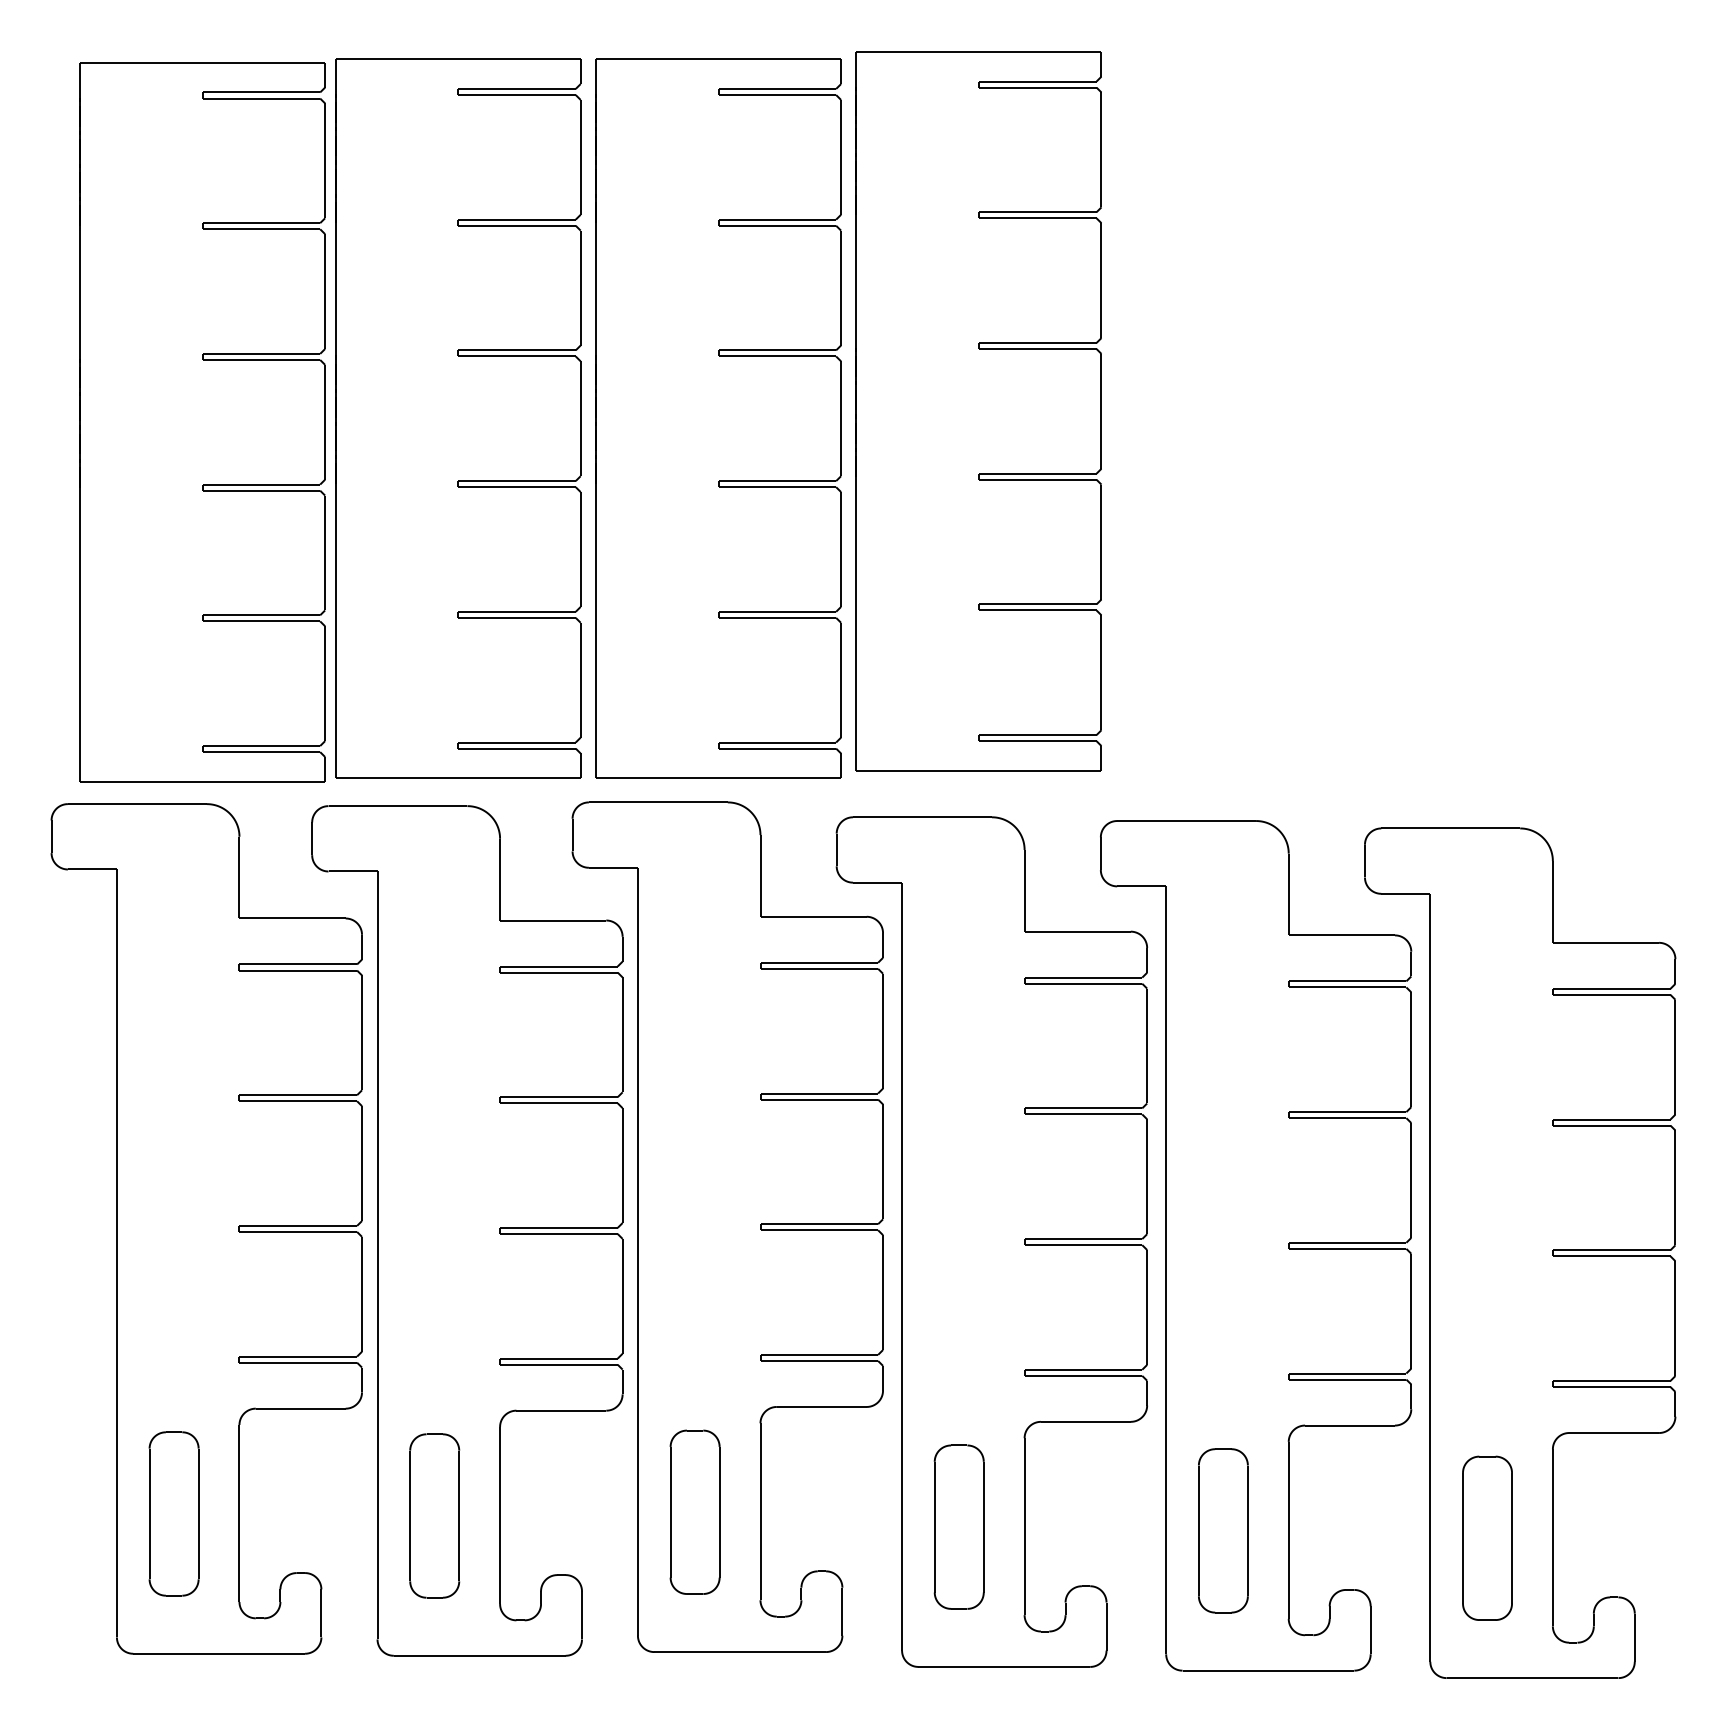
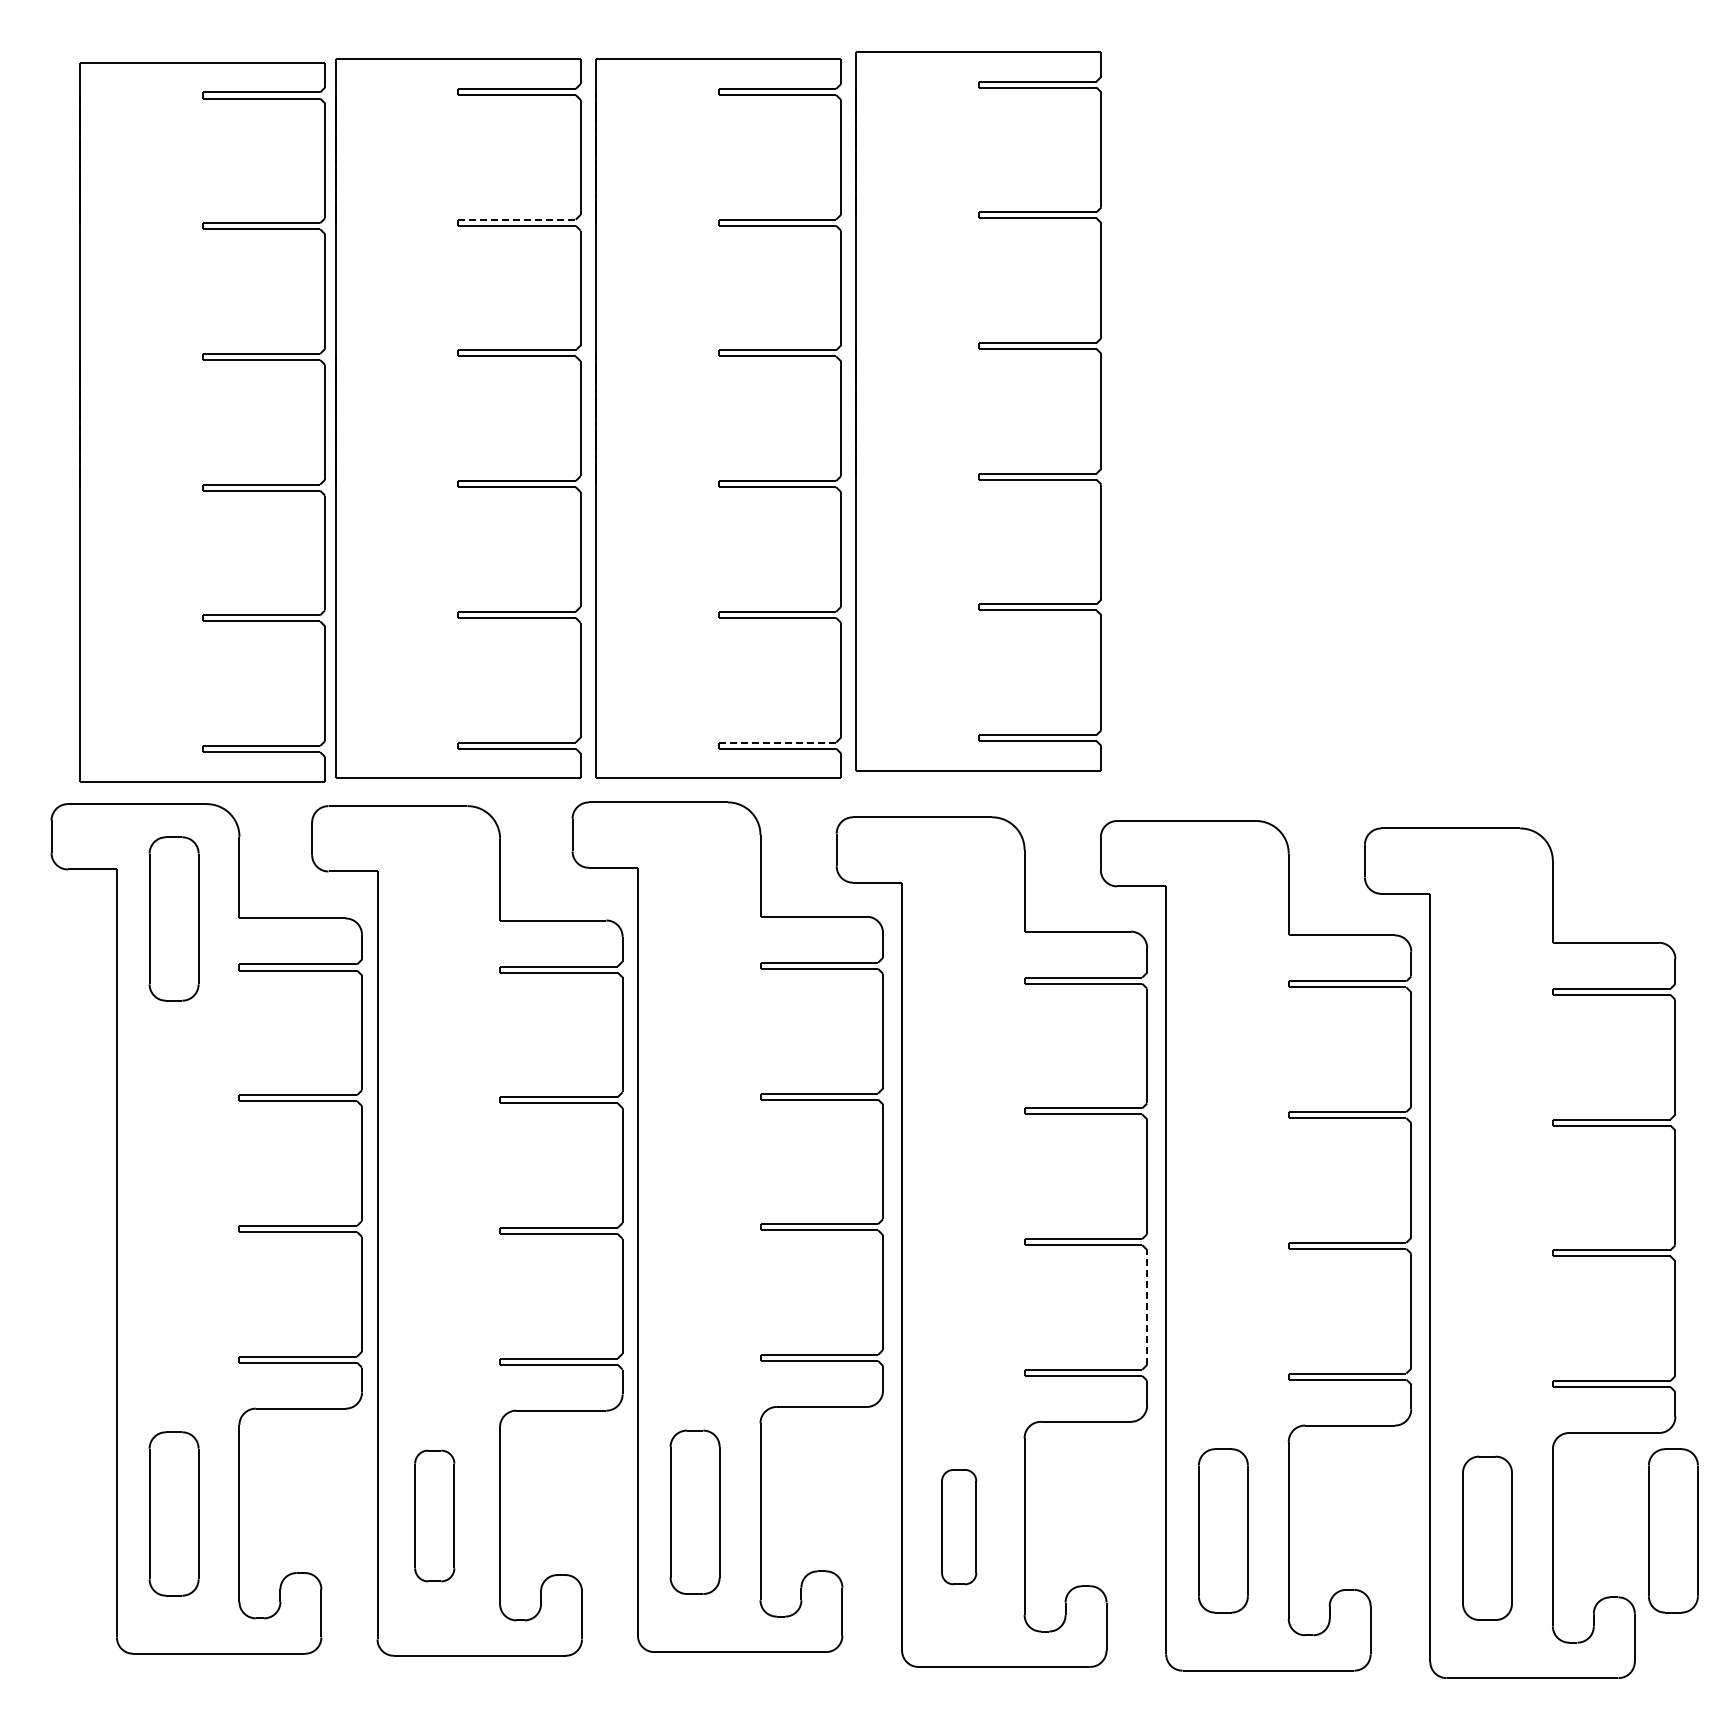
line at (516, 219): solid -> dashed
line at (777, 742): solid -> dashed
part at (173, 918): none -> present
line at (1147, 1306): solid -> dashed
part at (434, 1515) size: 52x166 px -> 42x134 px
part at (958, 1526) size: 52x166 px -> 37x117 px
part at (1673, 1530): none -> present
